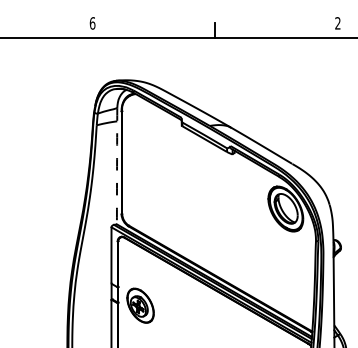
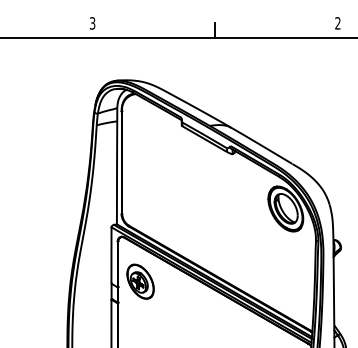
text at (92, 23): 6 -> 3
arc at (117, 166): dashed -> solid
part at (140, 305) position: (140, 305) -> (140, 281)
